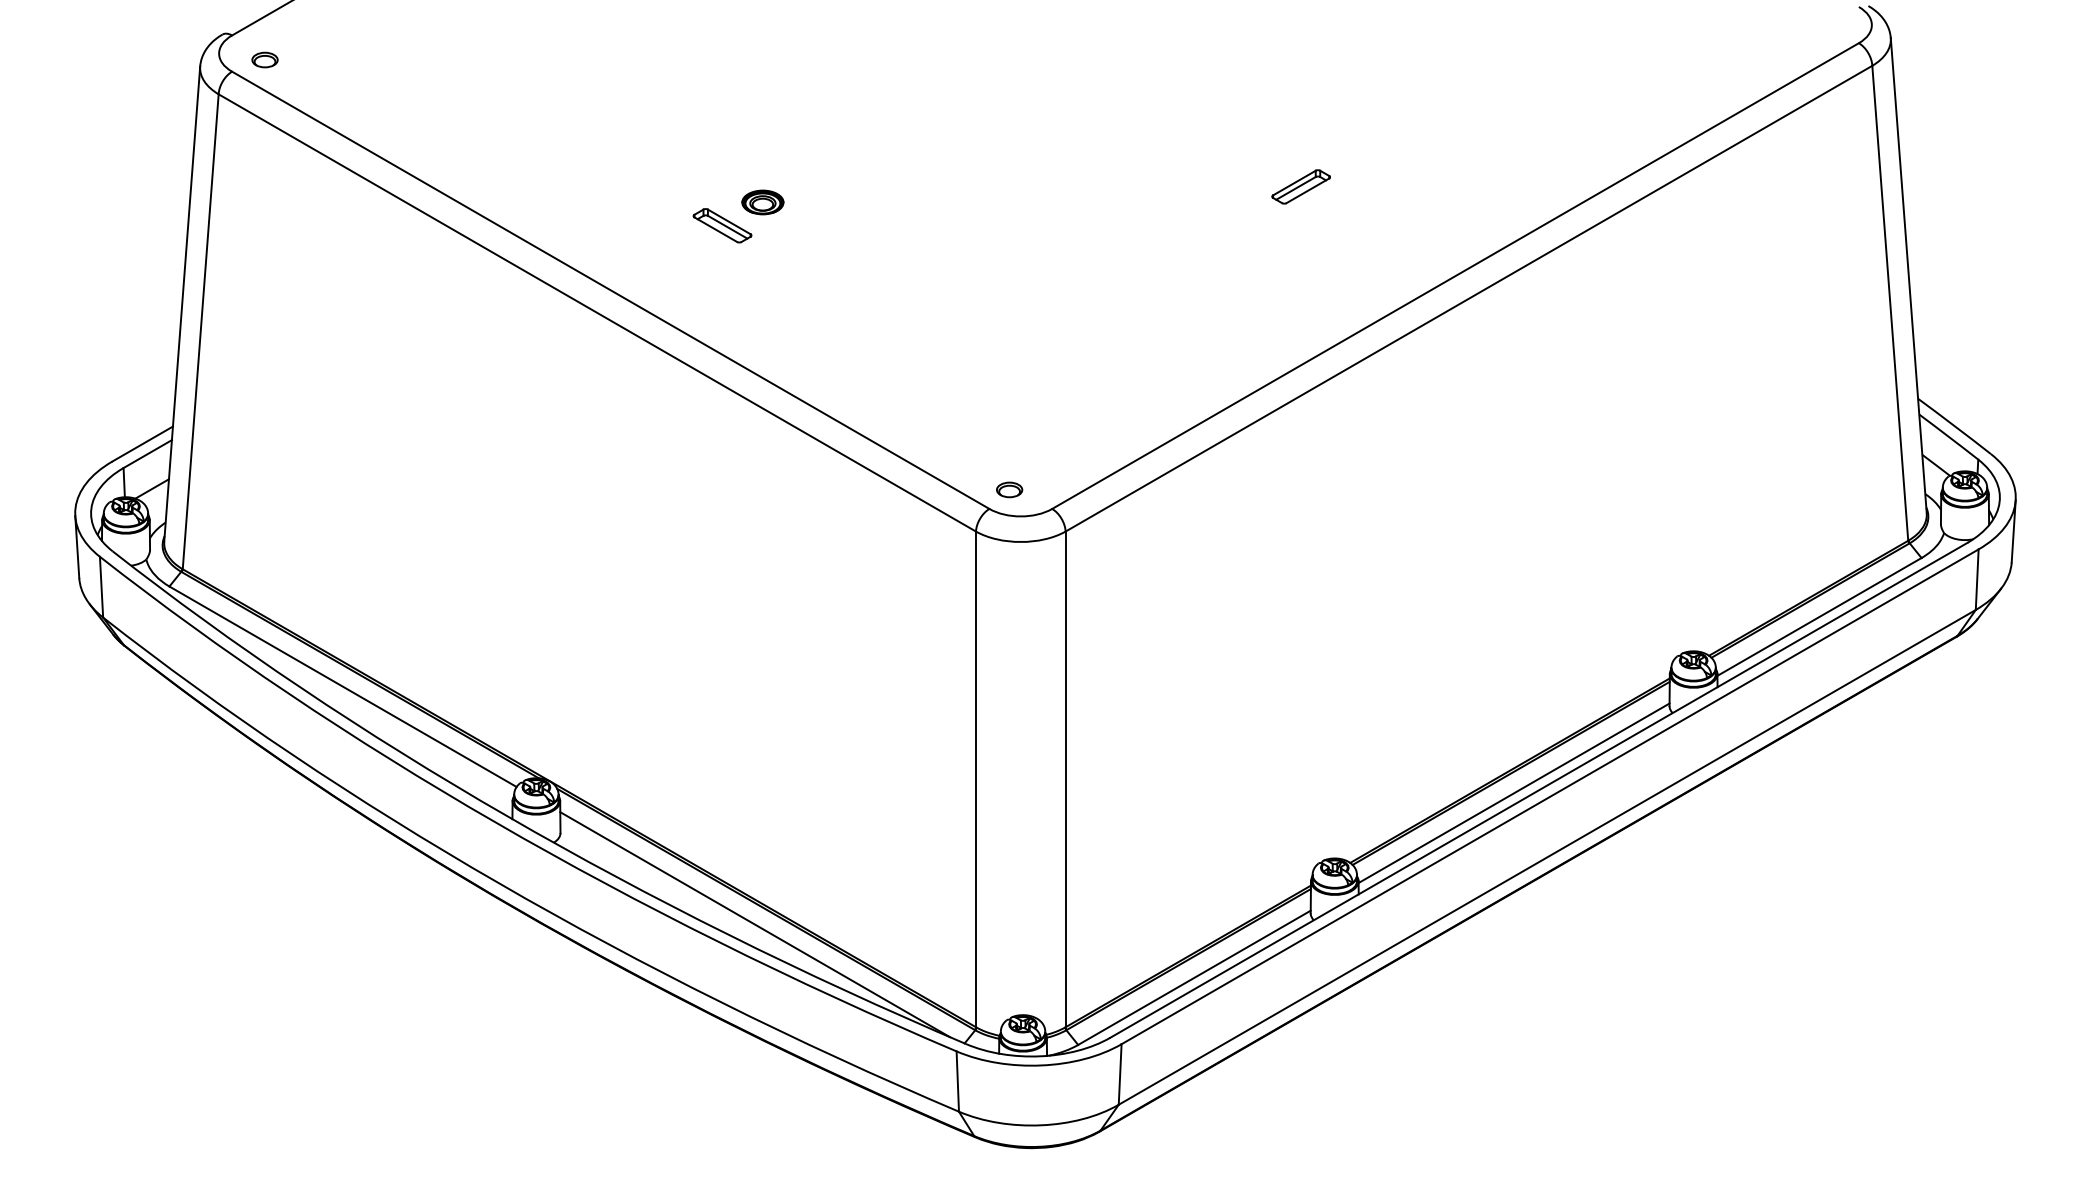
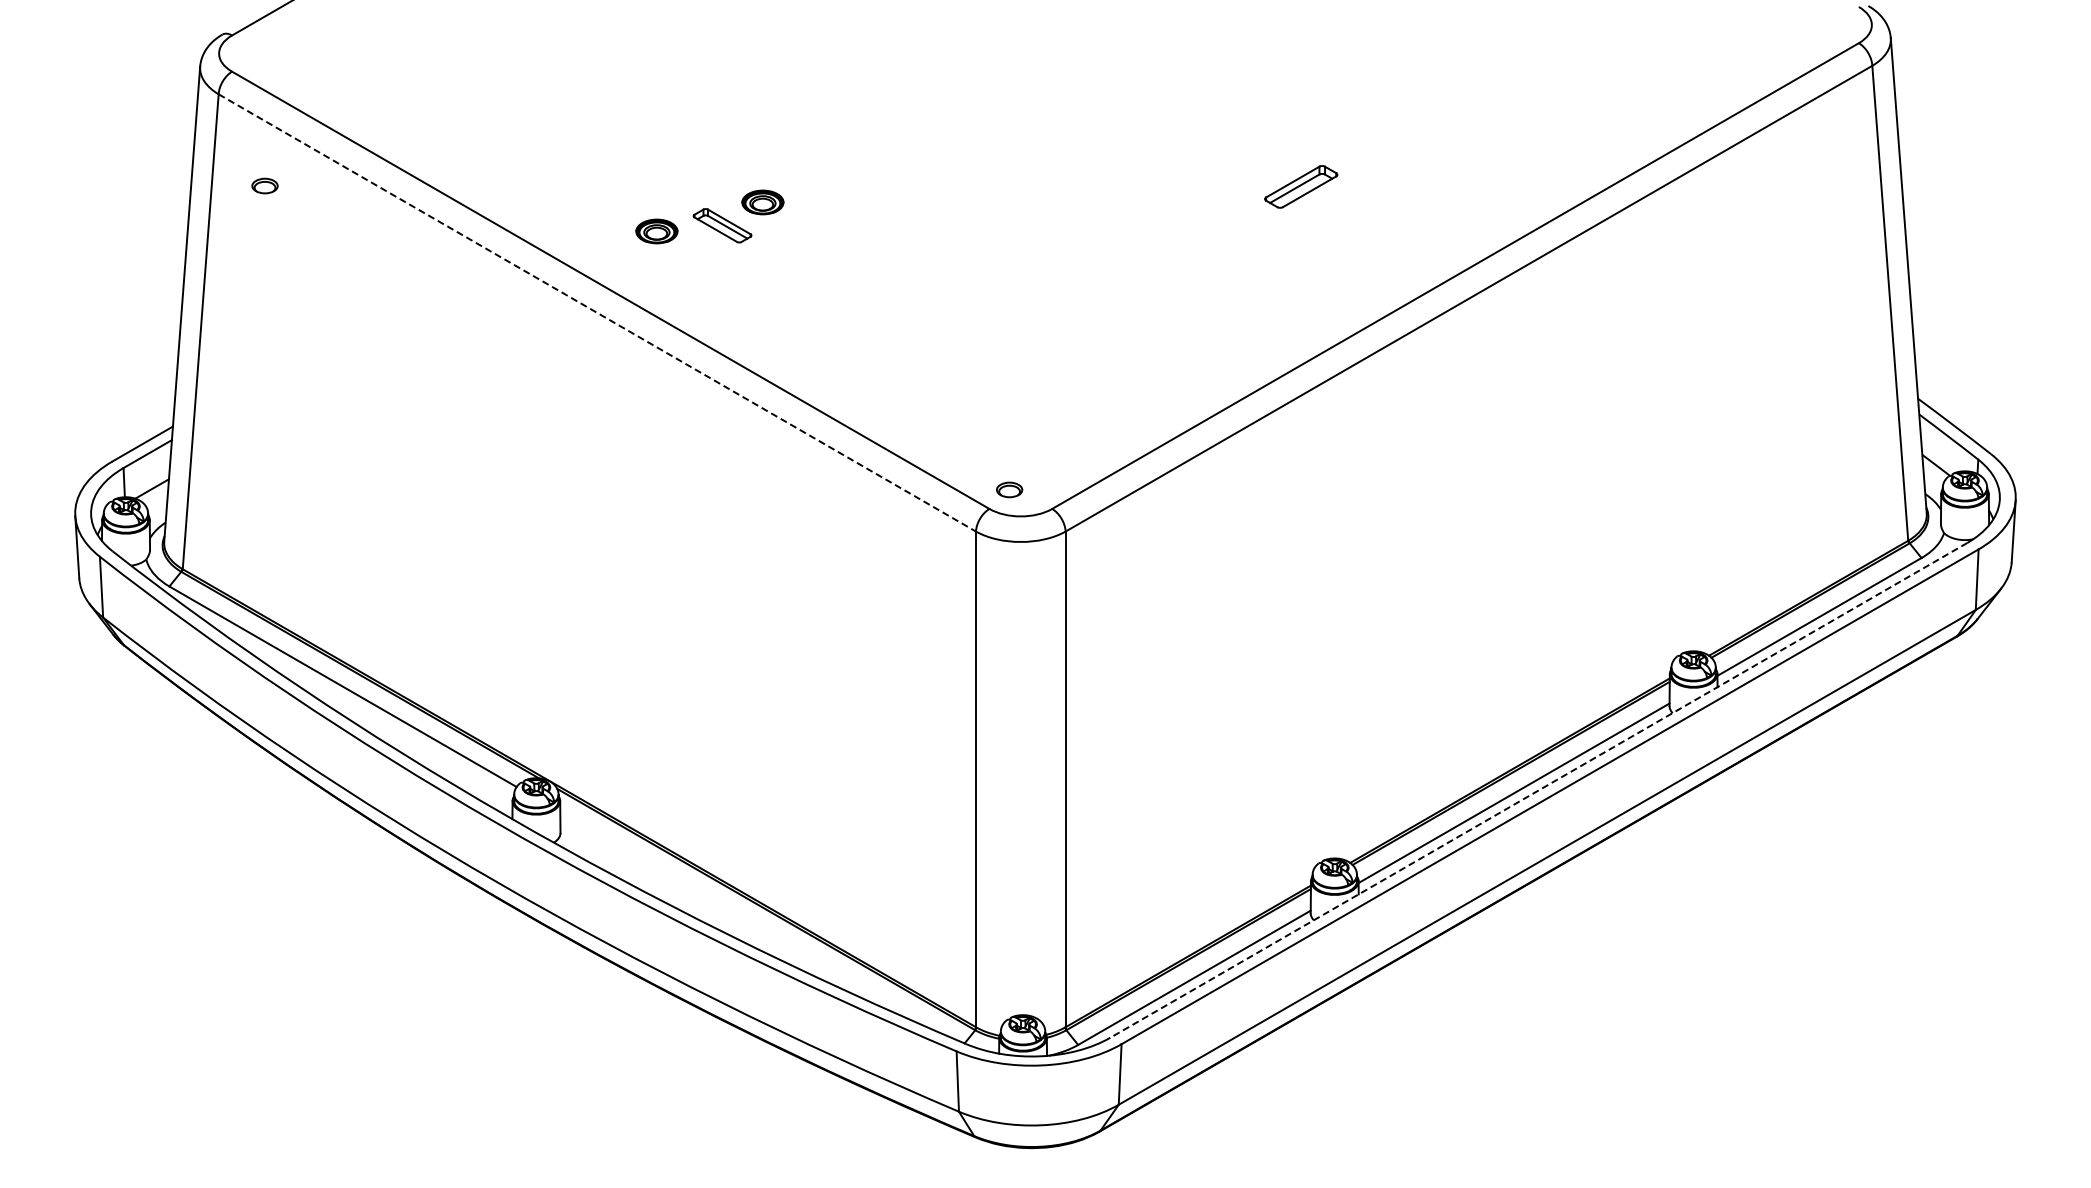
part at (264, 59) position: (264, 59) -> (264, 185)
part at (1300, 186) size: 60x36 px -> 75x44 px
part at (656, 231): none -> present
line at (597, 313): solid -> dashed
line at (1538, 790): solid -> dashed
line at (754, 924): present -> none
